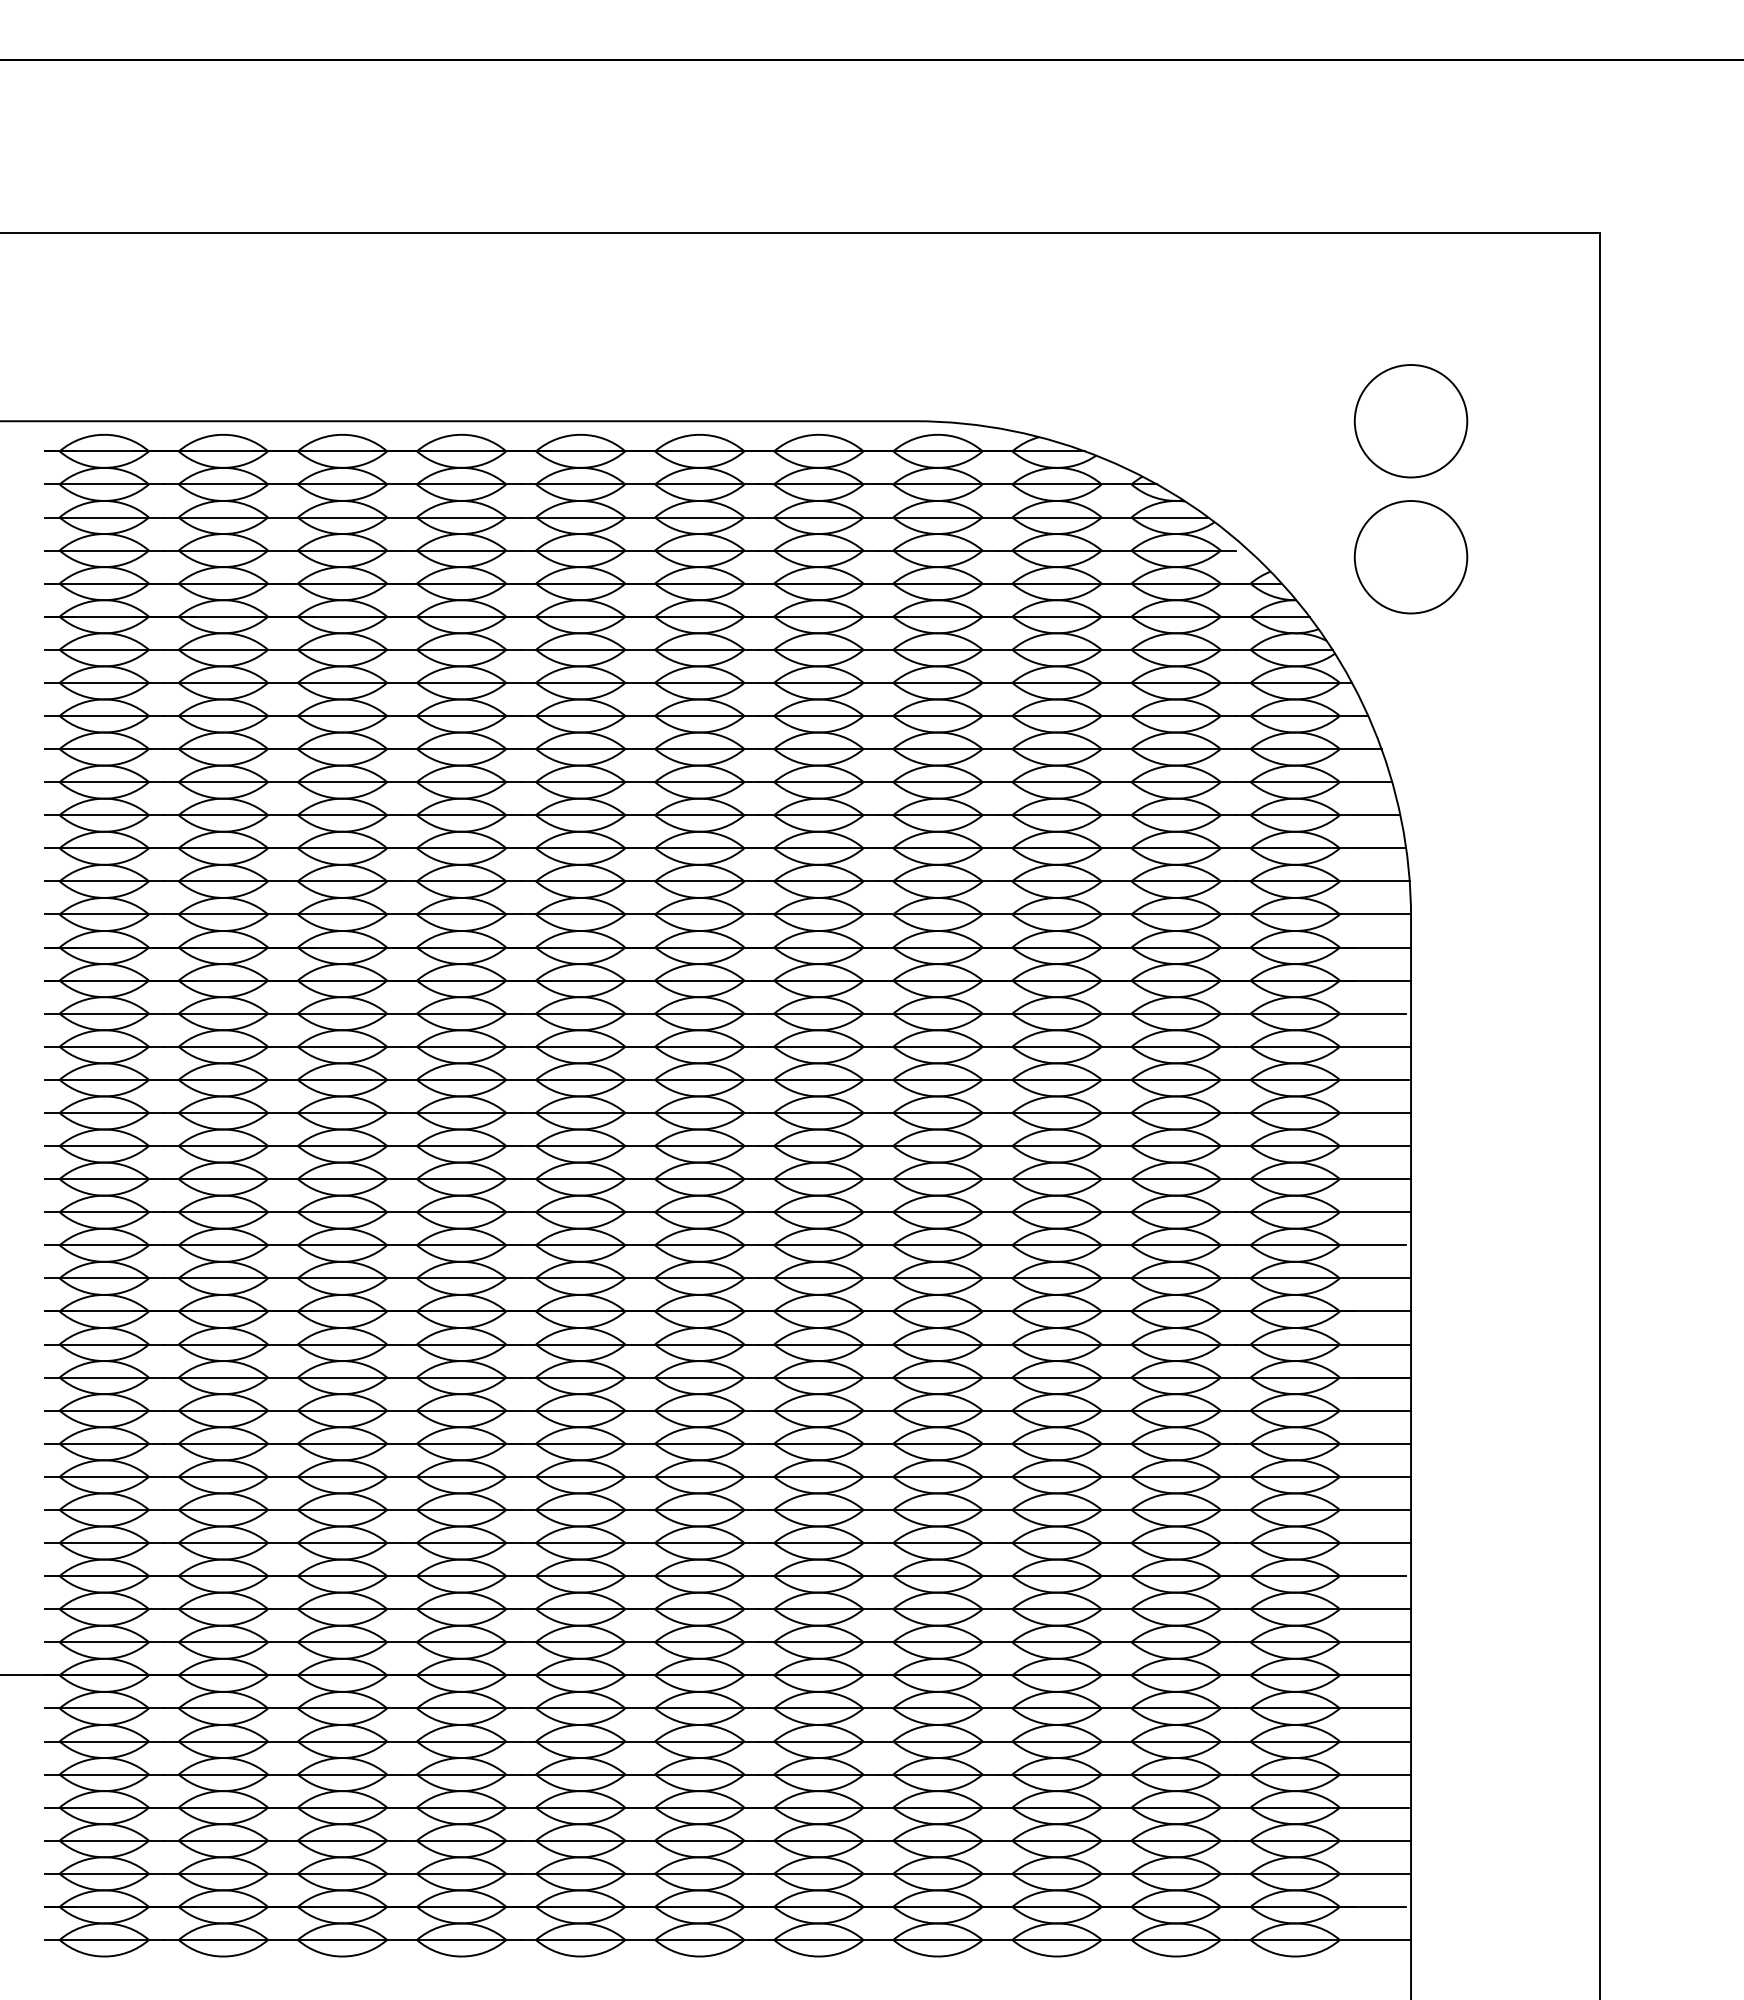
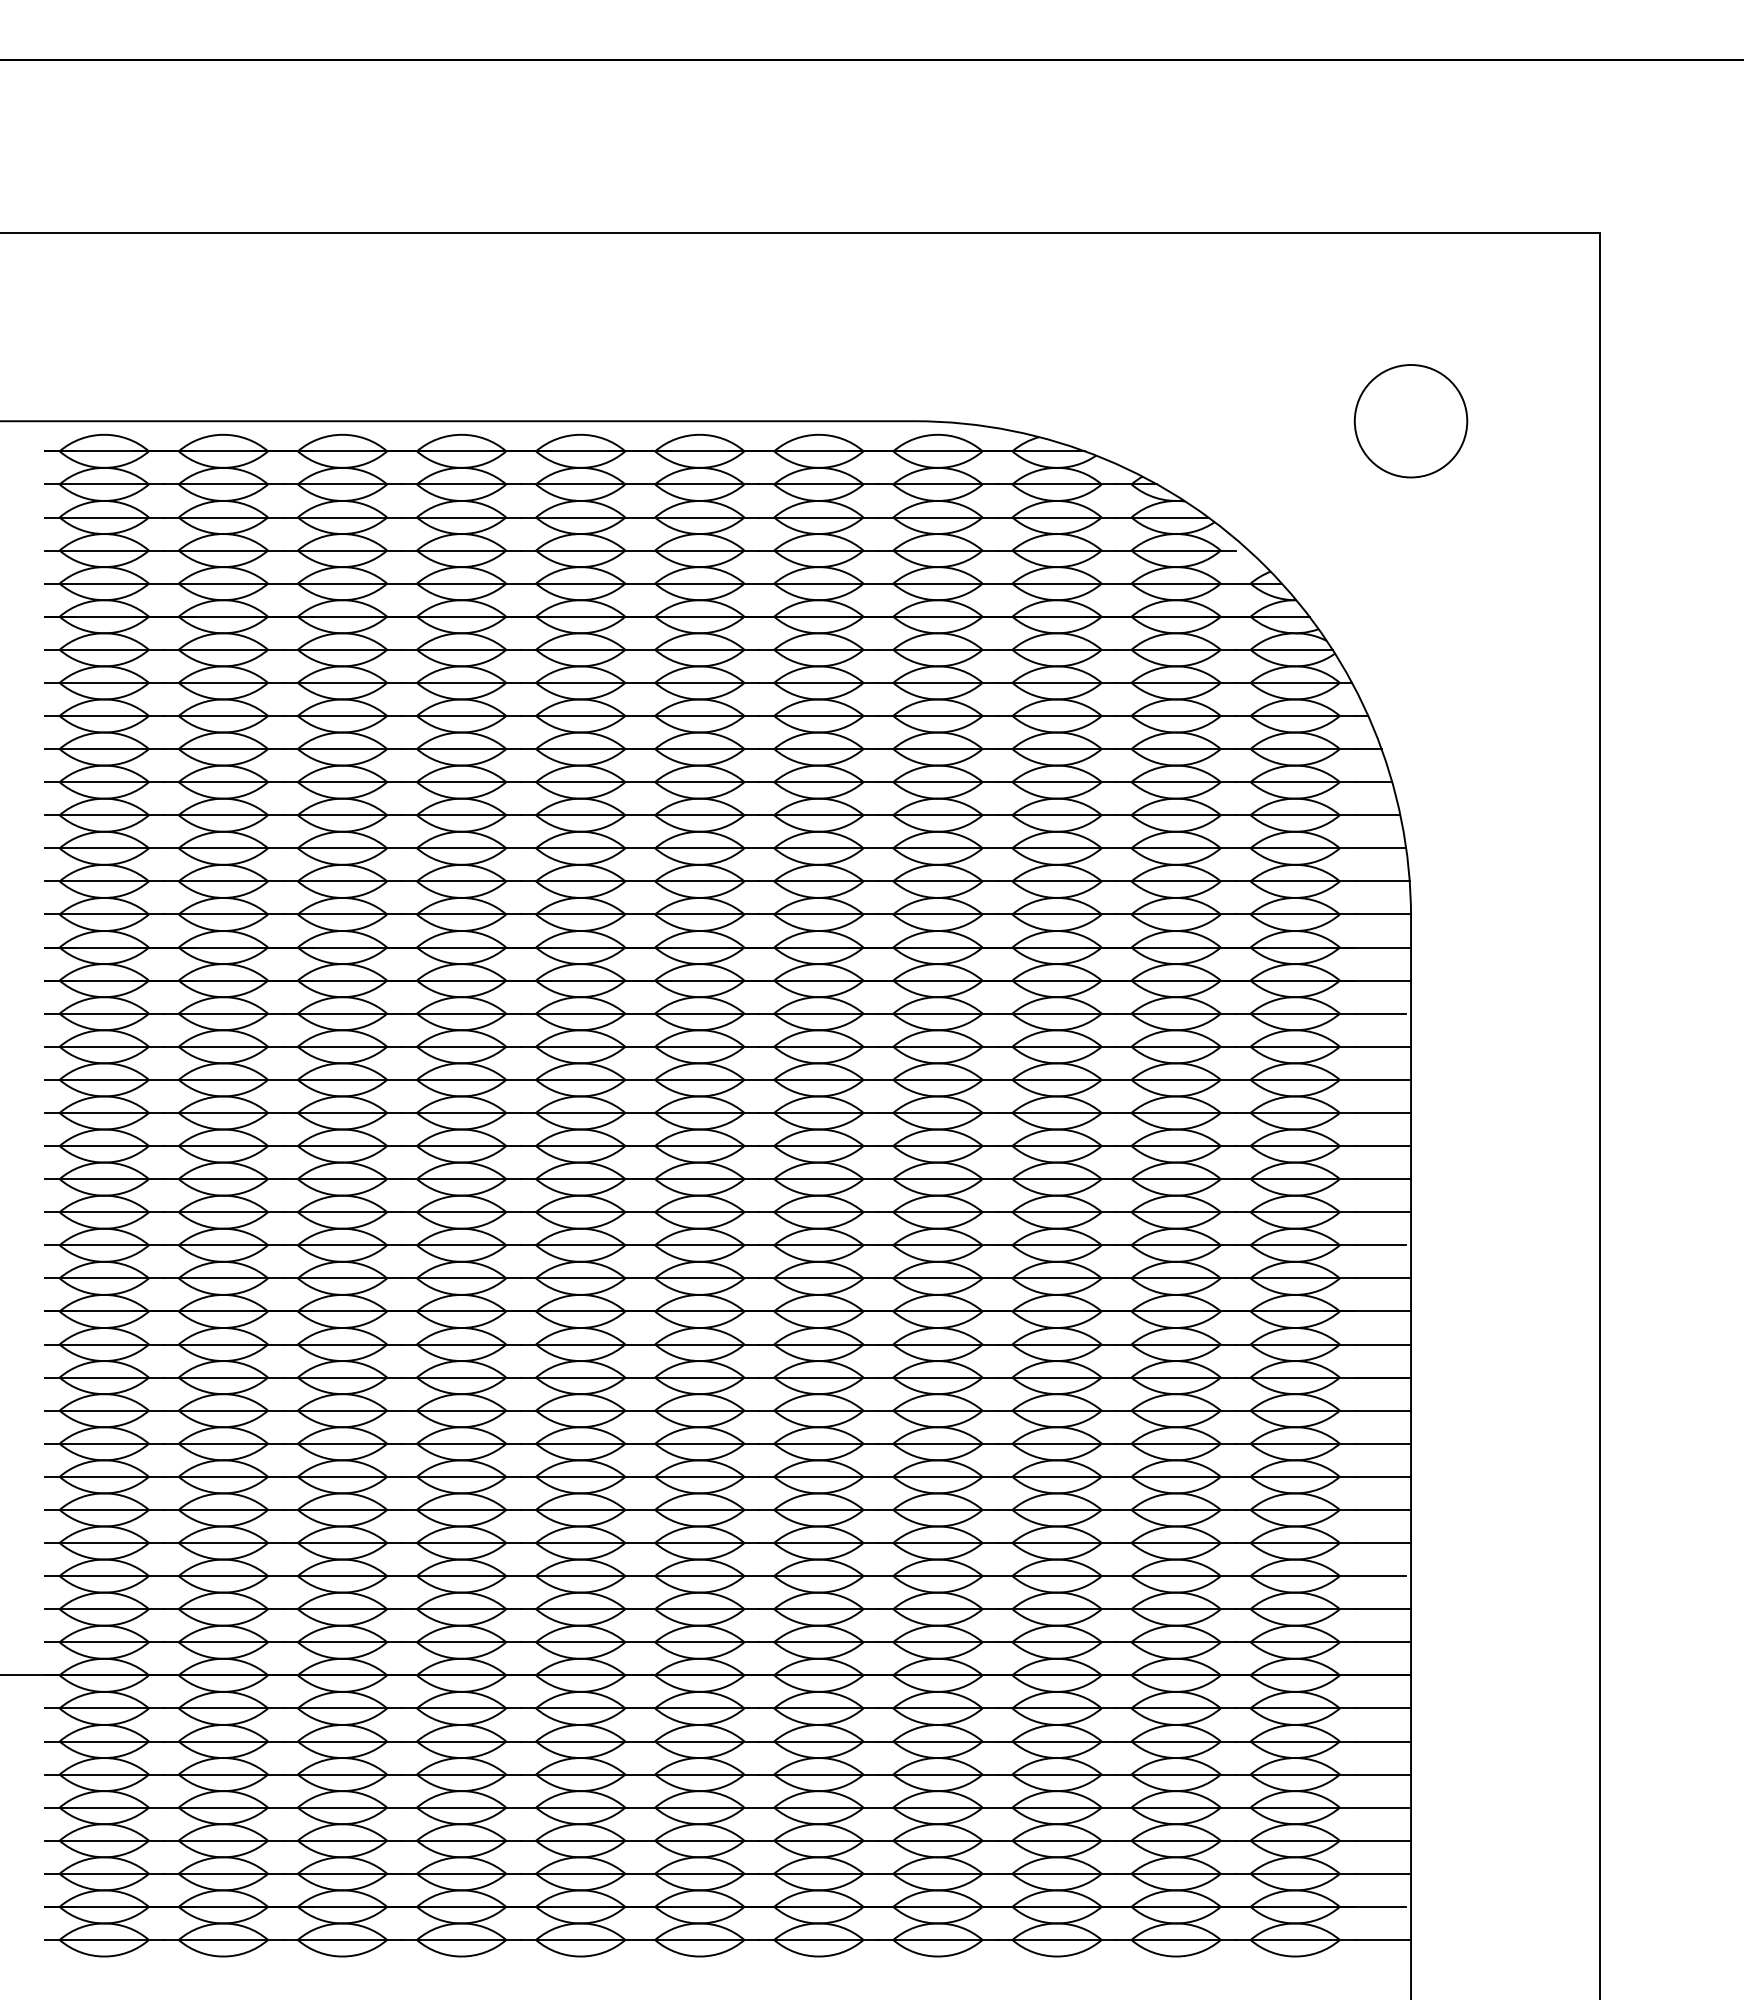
circle at (1410, 557): present -> none
